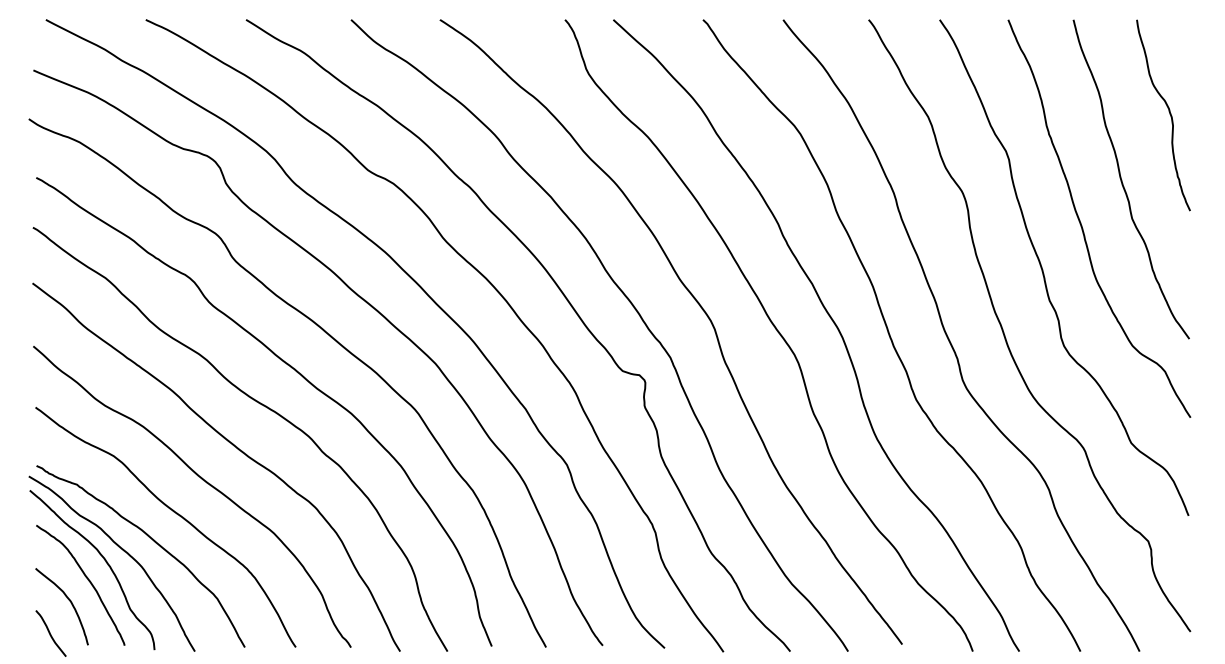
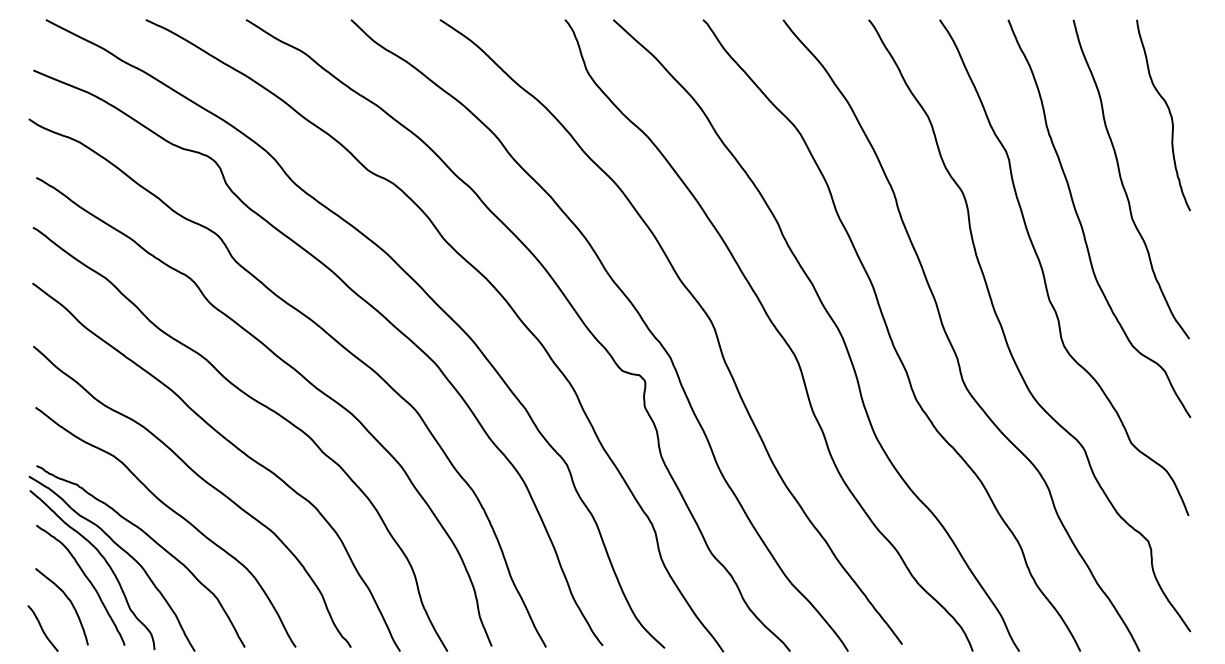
curve at (50, 633) position: (50, 633) -> (42, 628)
